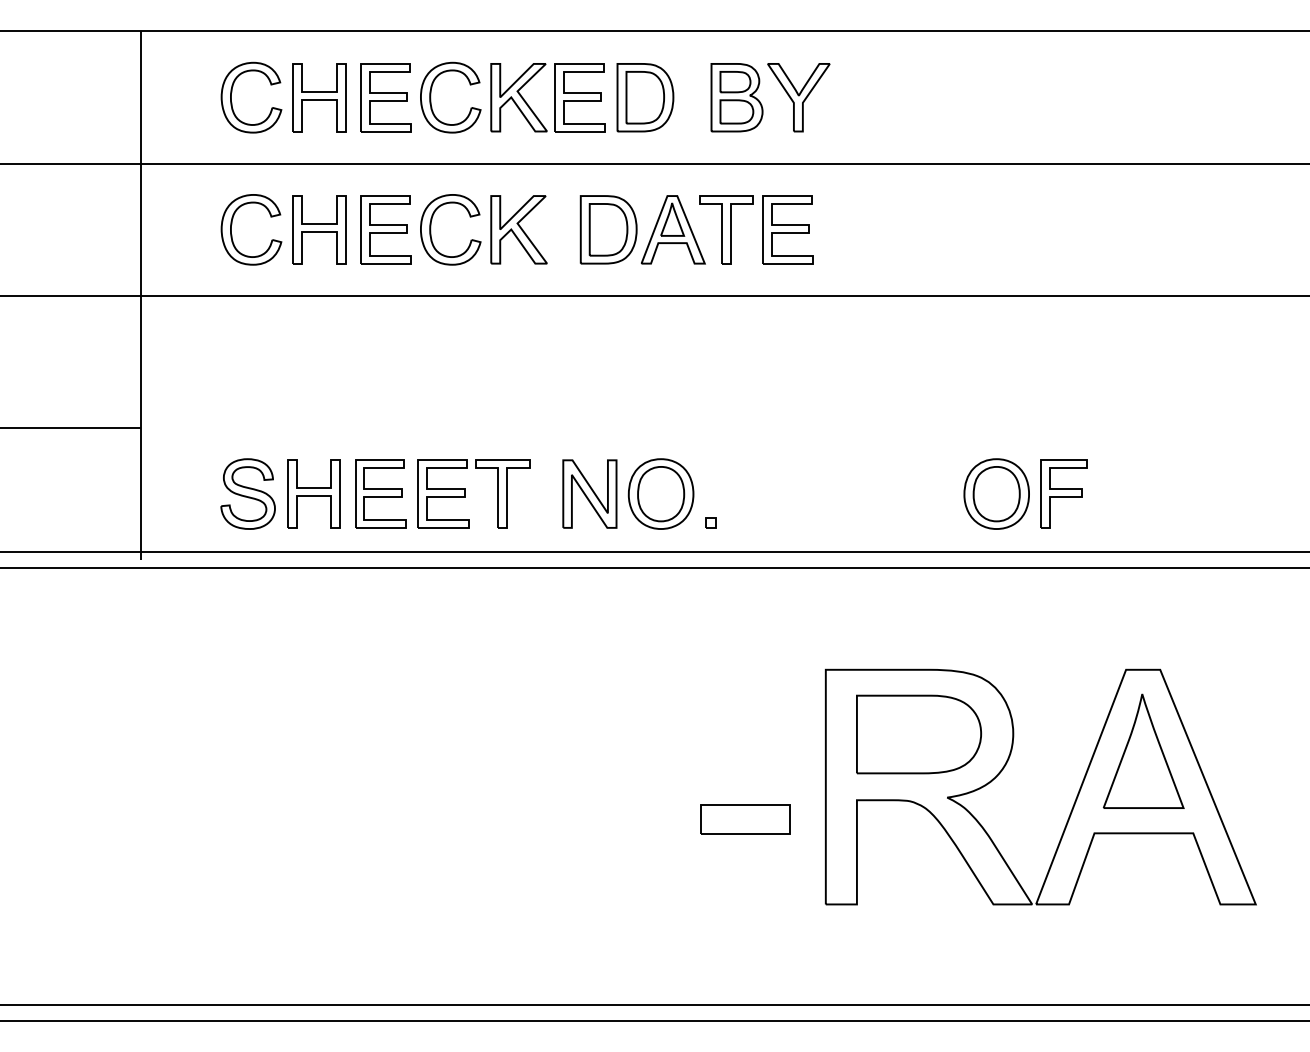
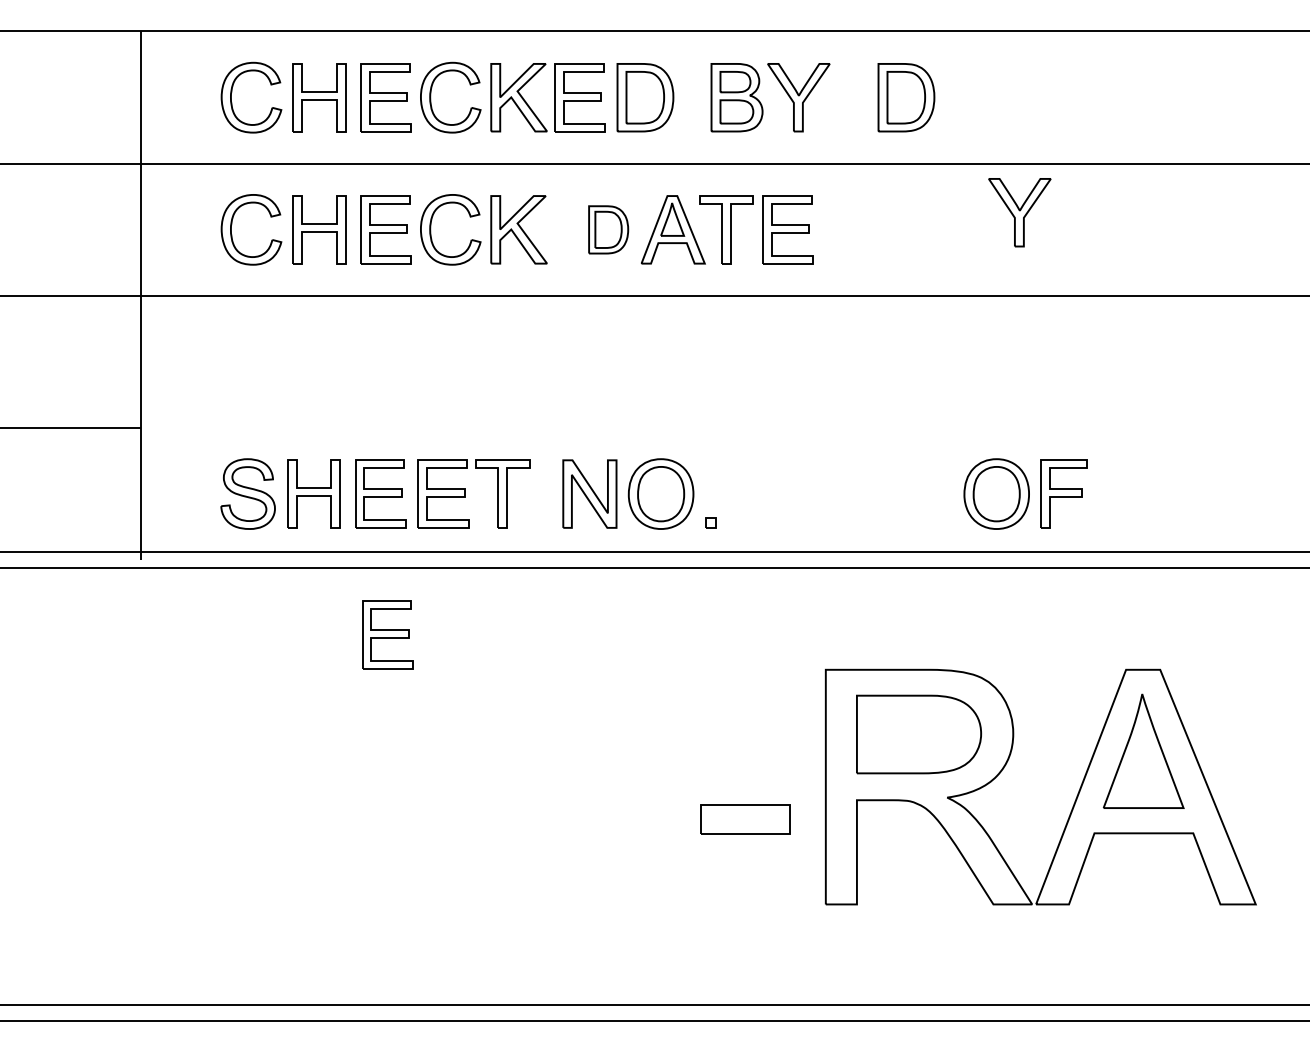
part at (906, 97): none -> present
part at (1019, 212): none -> present
part at (608, 229) size: 59x70 px -> 42x50 px
part at (387, 634): none -> present
